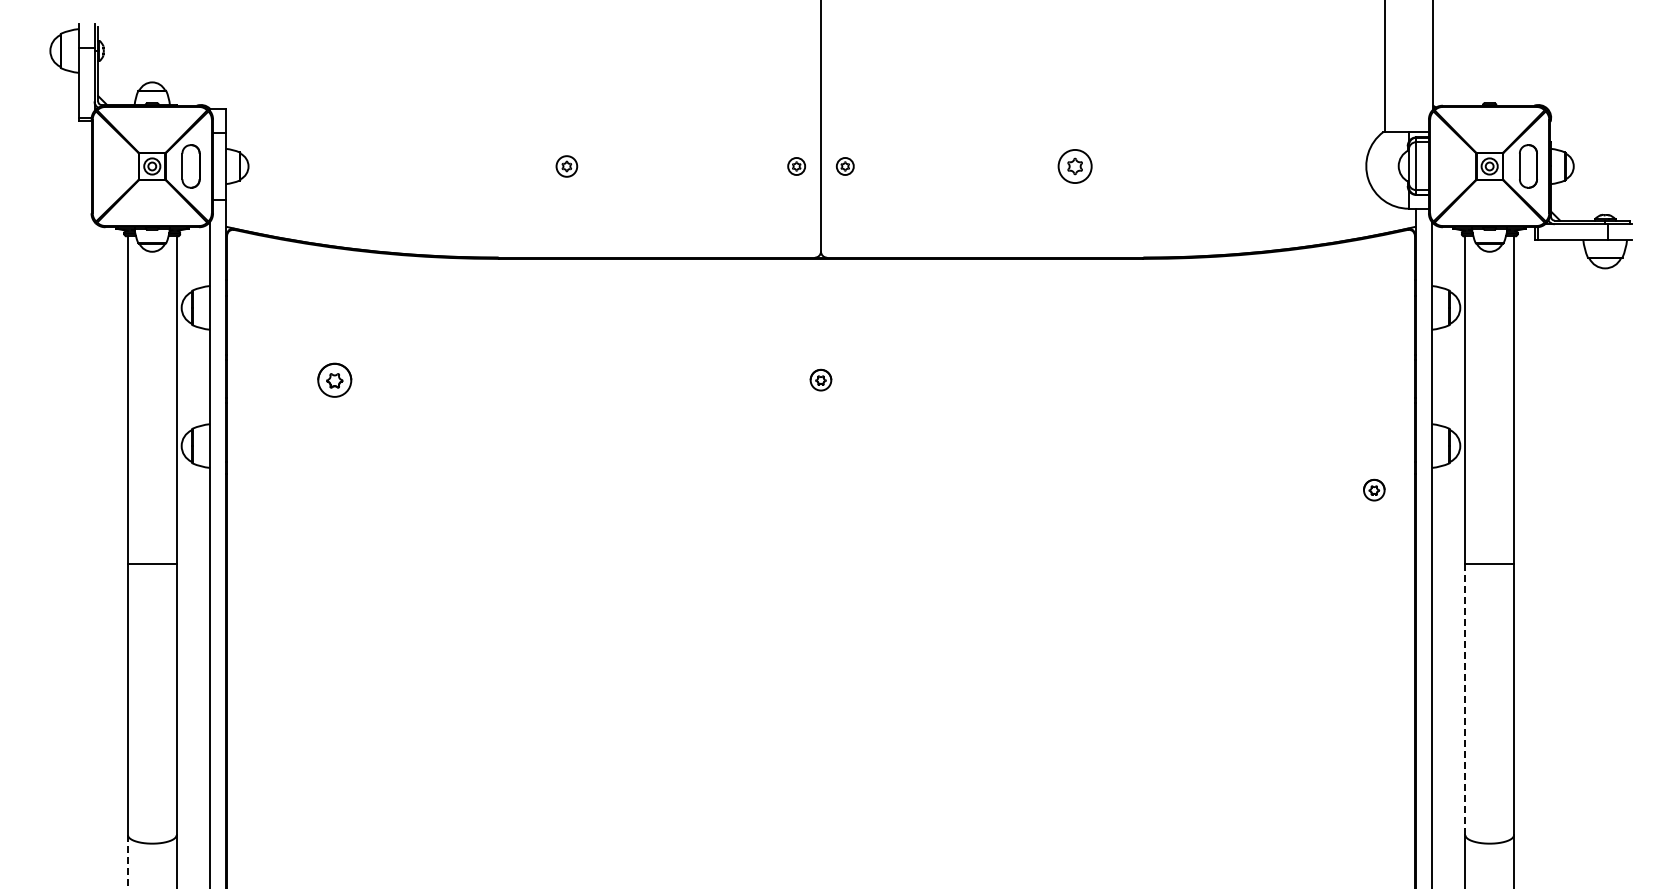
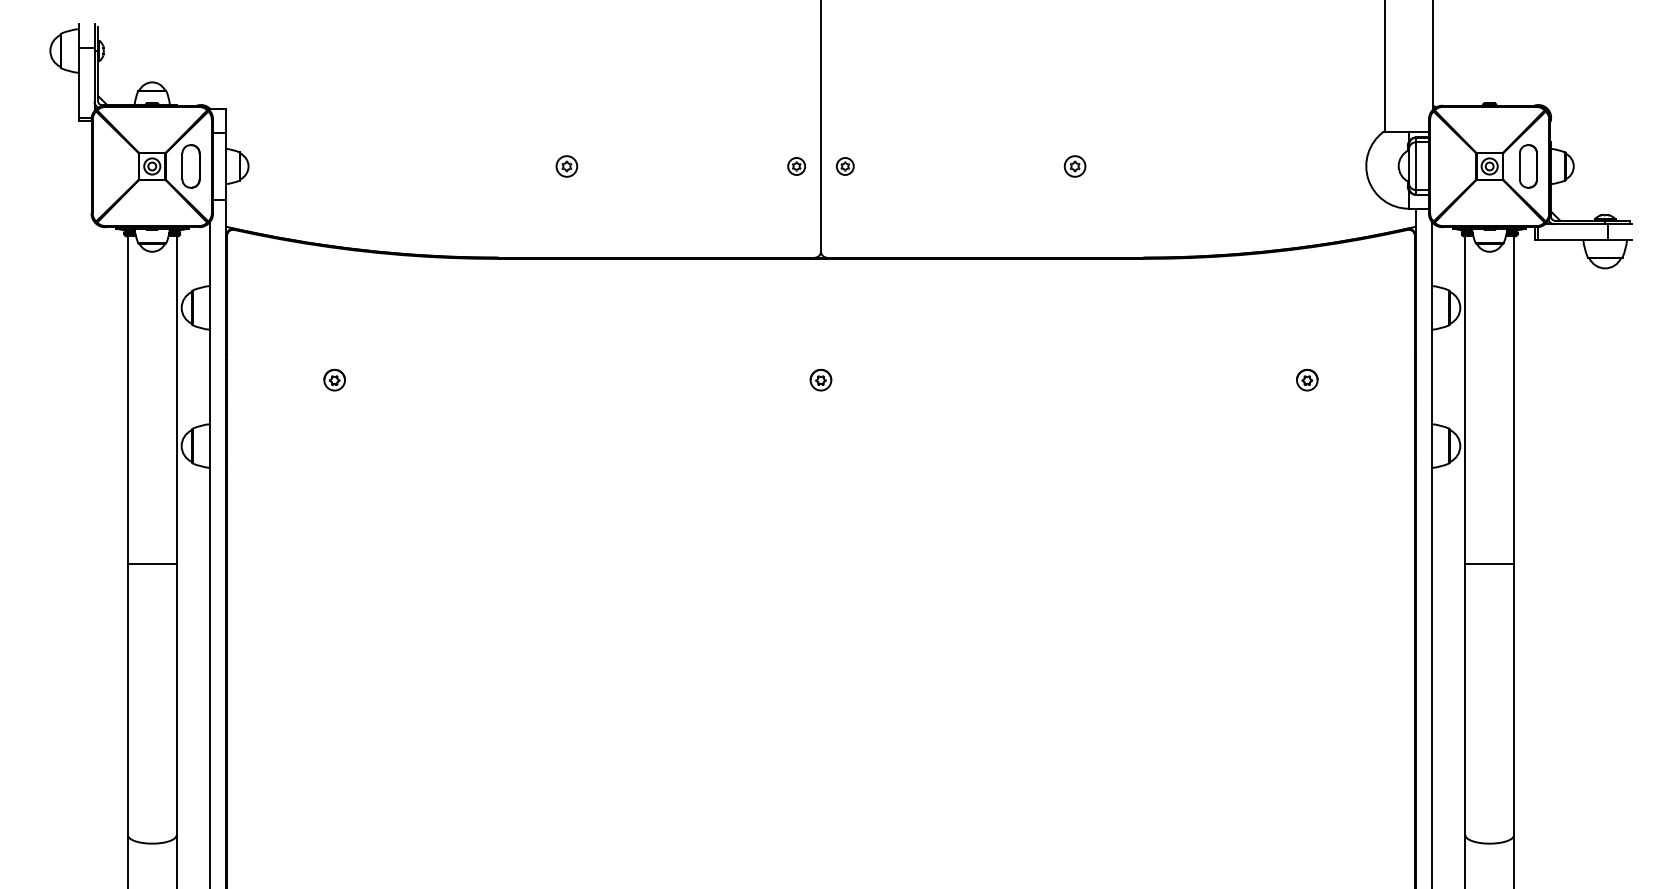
part at (1074, 166) size: 36x35 px -> 24x23 px
part at (334, 379) size: 36x36 px -> 23x24 px
part at (1374, 489) position: (1374, 489) -> (1307, 379)
line at (1465, 700): dashed -> solid
line at (127, 862): dashed -> solid
